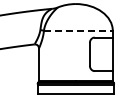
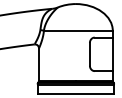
line at (78, 30): dashed -> solid
